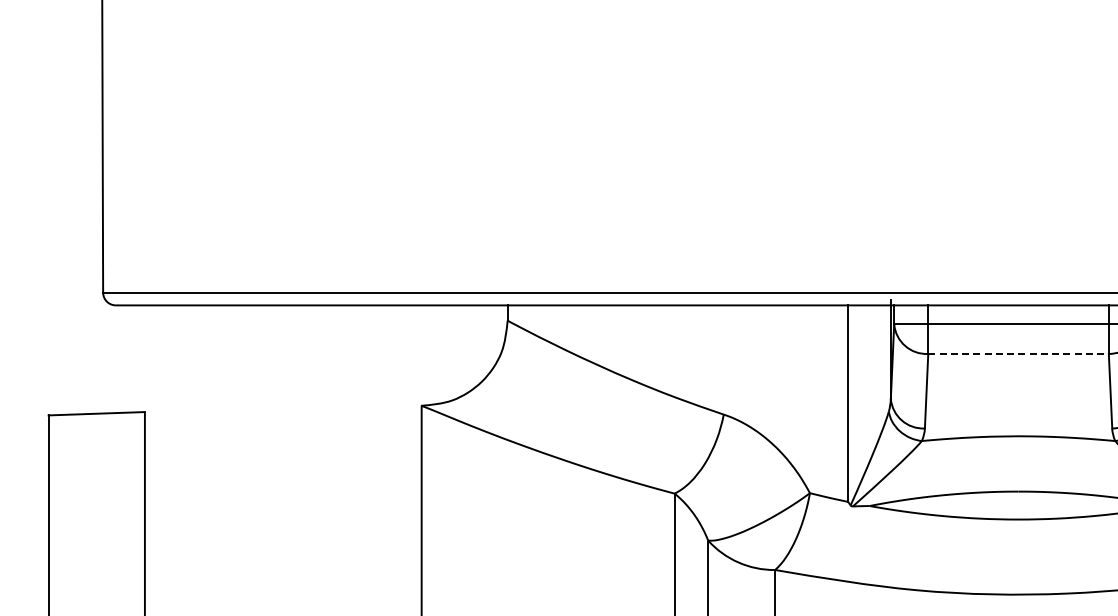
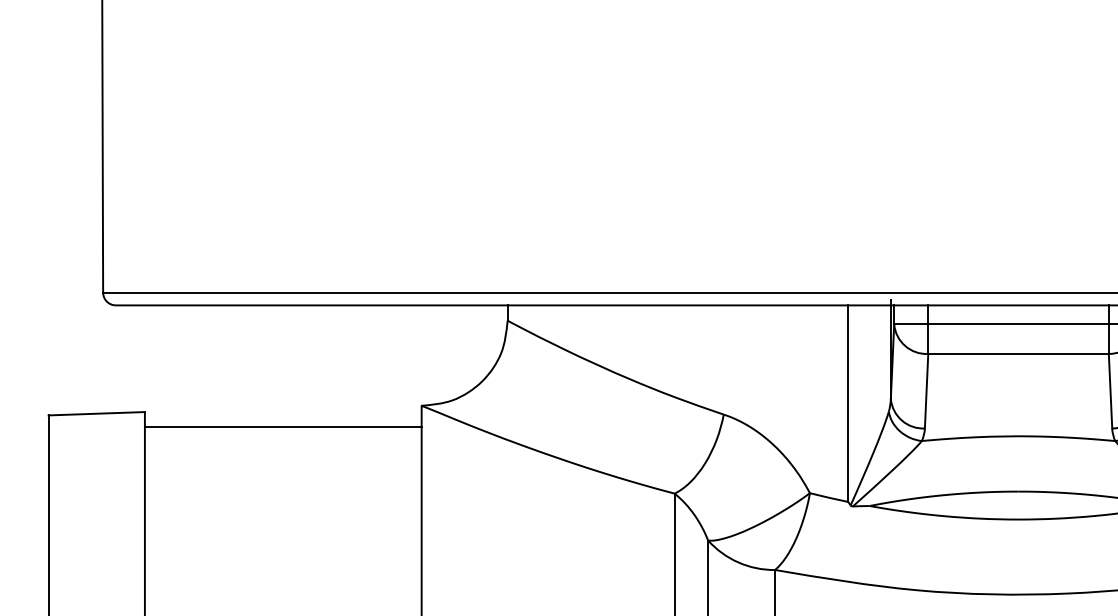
line at (1019, 353): dashed -> solid
line at (282, 427): none -> present
